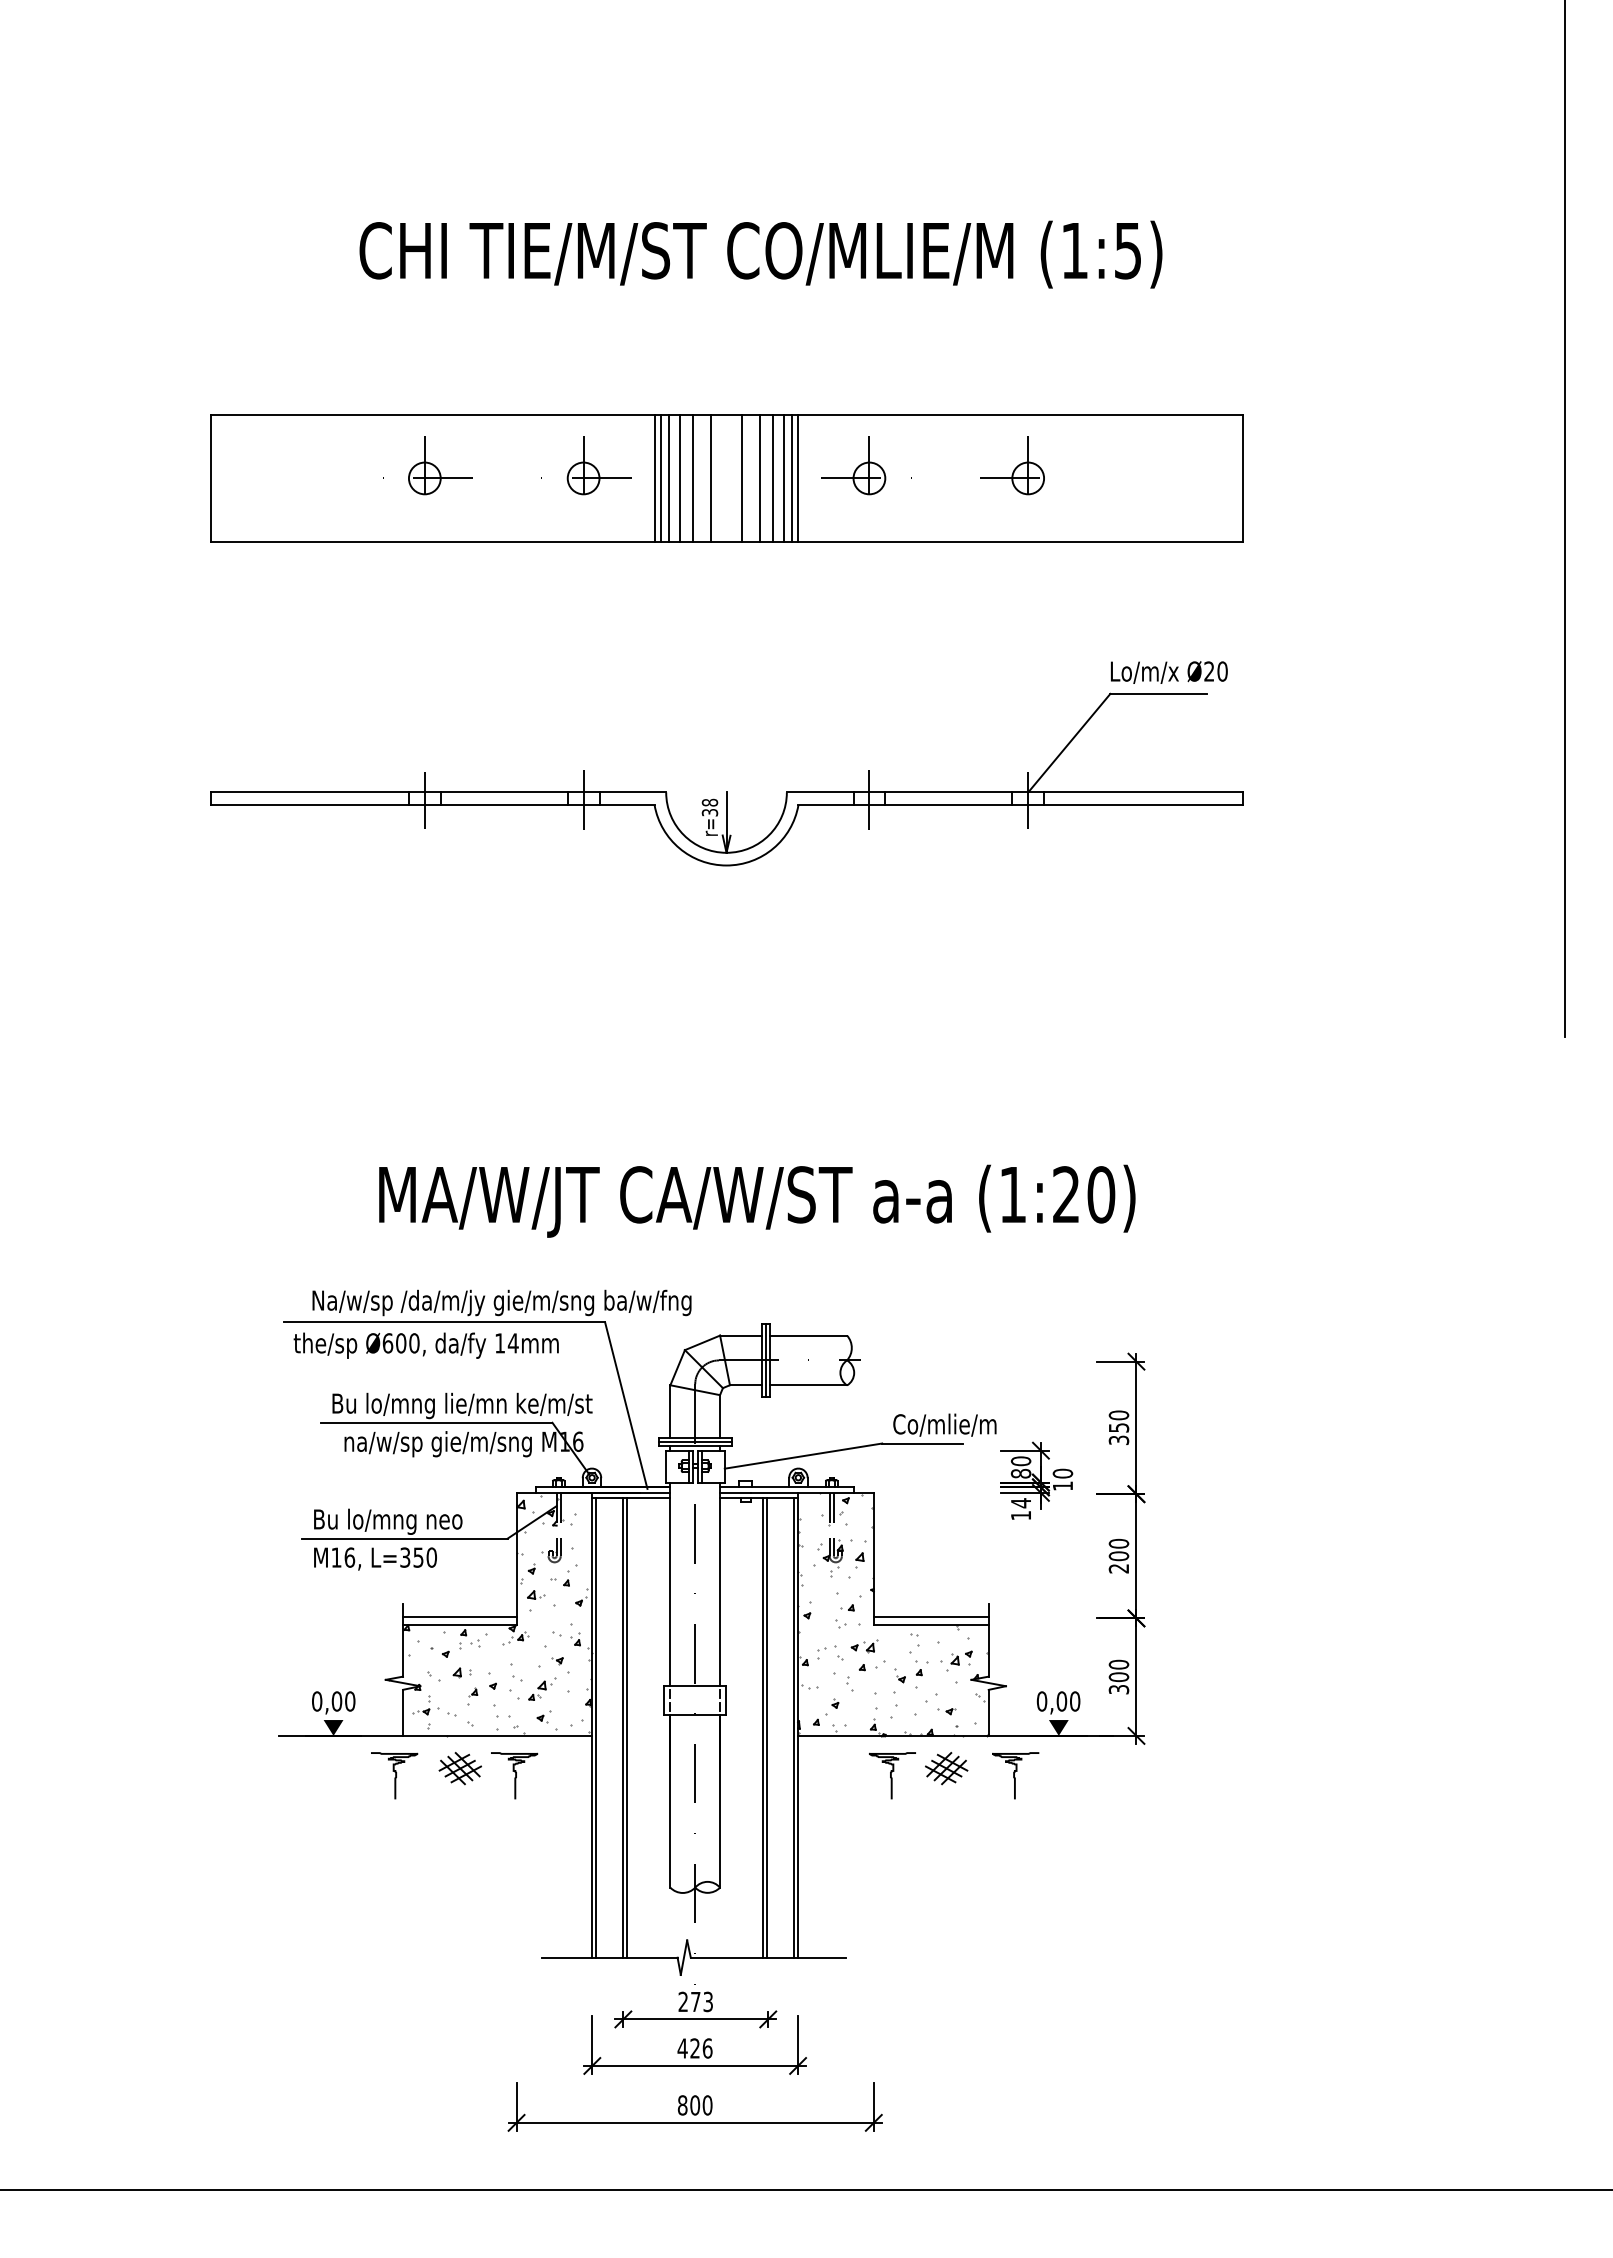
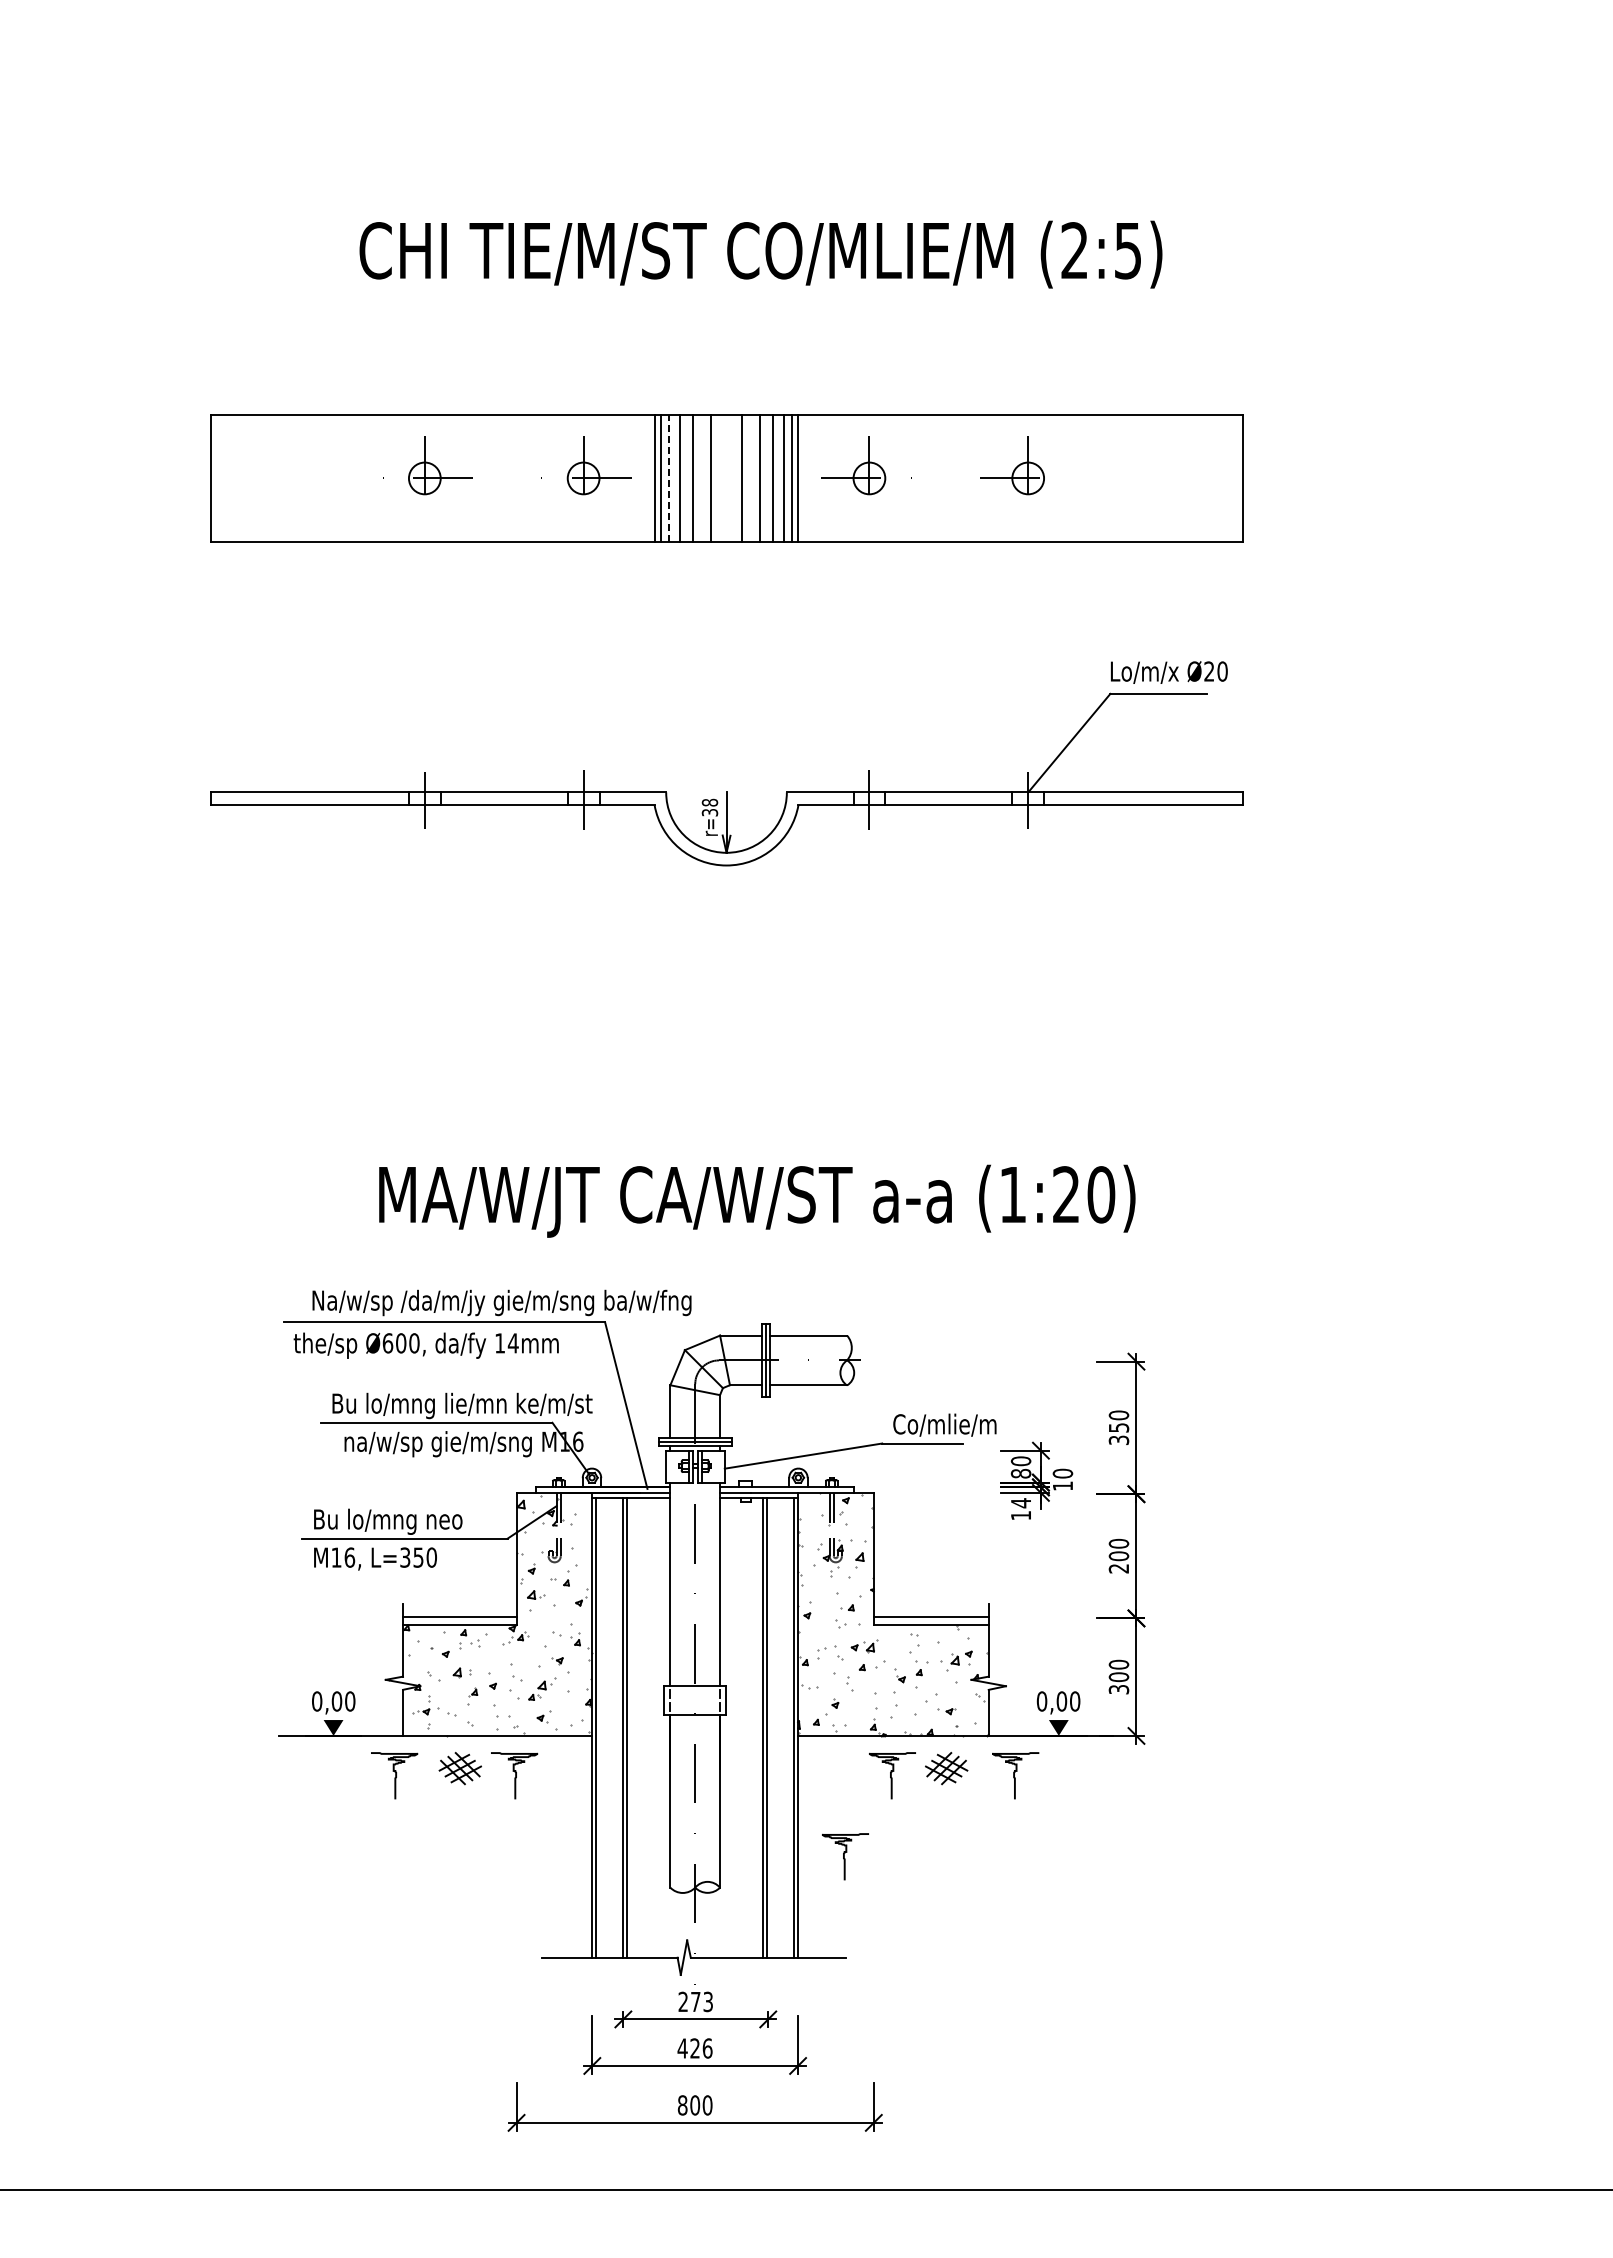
text at (1074, 250): (1:5) -> (2:5)
line at (669, 478): solid -> dashed
line at (1564, 519): present -> none
curve at (844, 1856): none -> present
